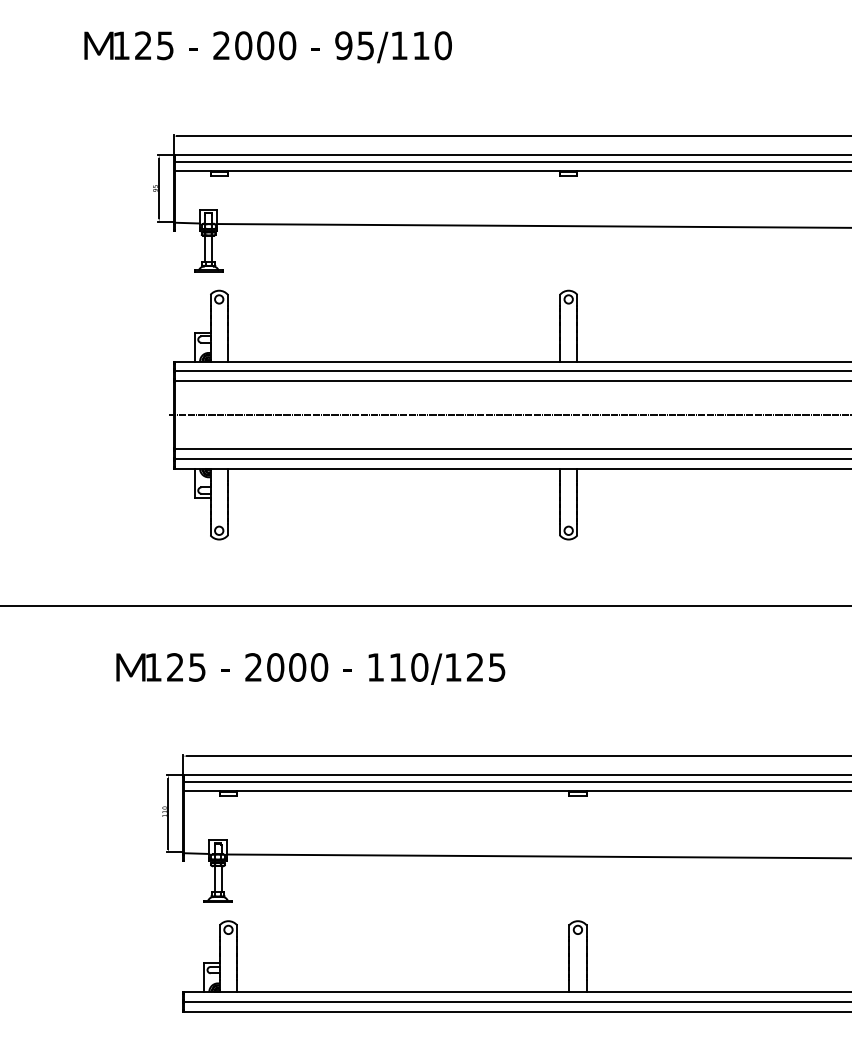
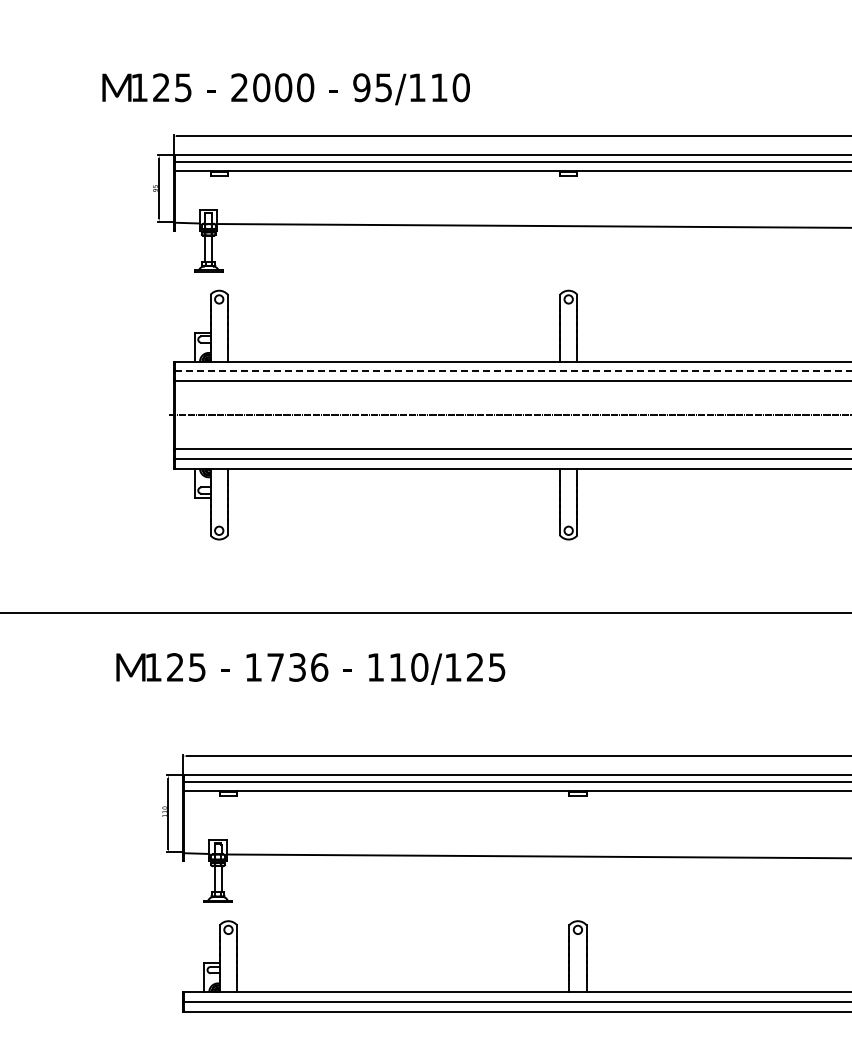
text at (267, 47) position: (267, 47) -> (285, 89)
line at (513, 371): solid -> dashed
line at (425, 605) position: (425, 605) -> (425, 612)
text at (286, 667): 2000 -> 1736
